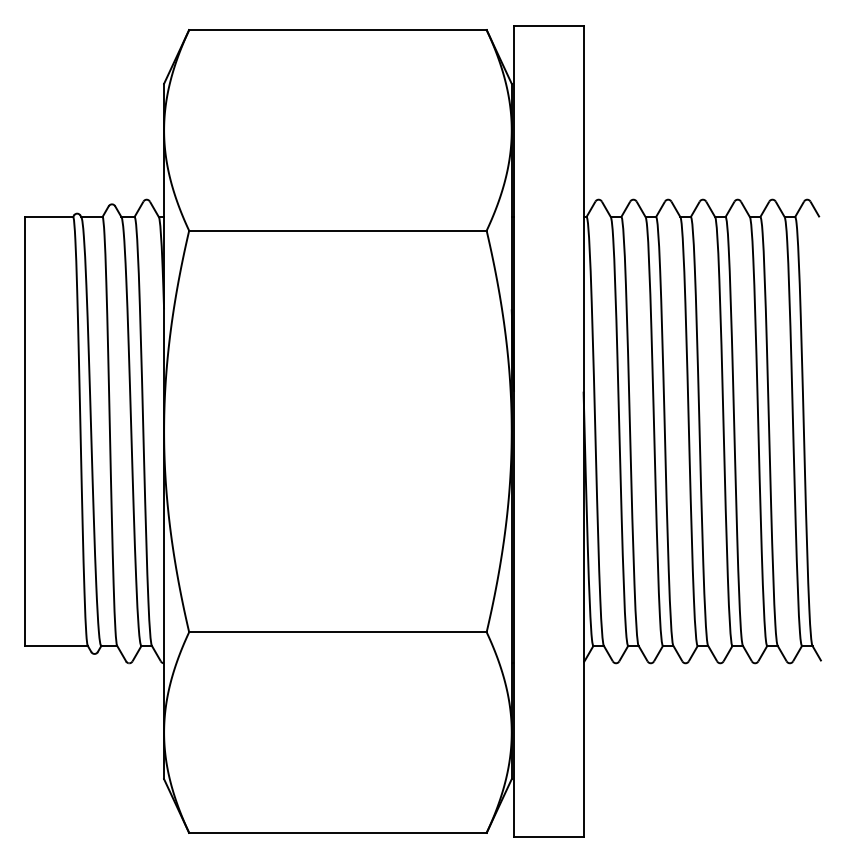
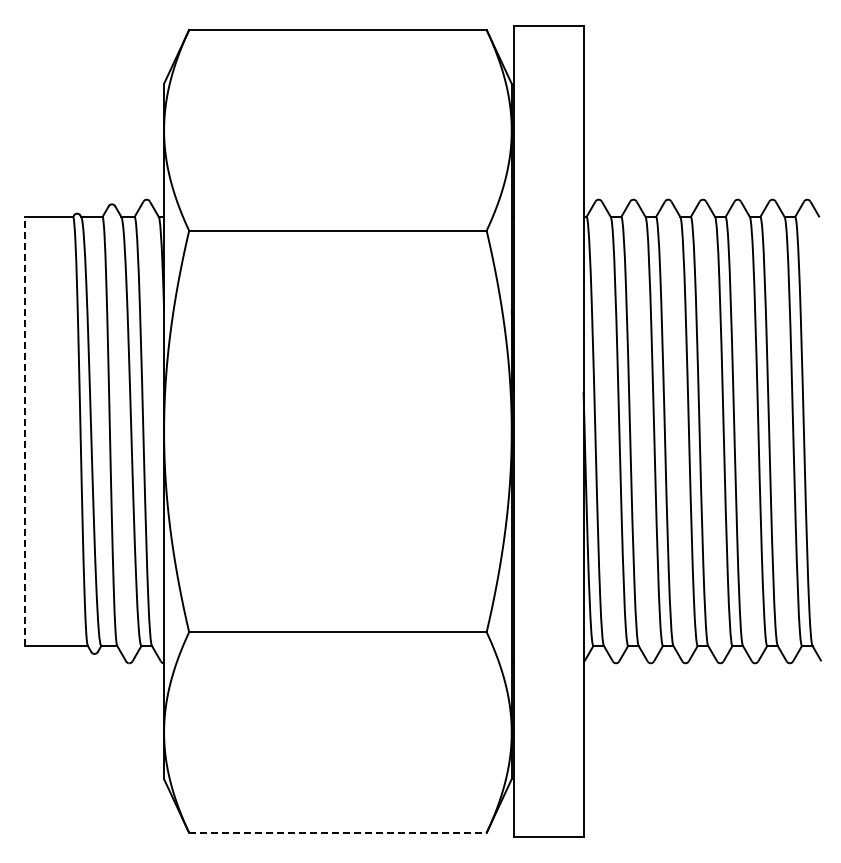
line at (25, 431): solid -> dashed
line at (337, 832): solid -> dashed
